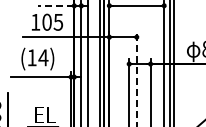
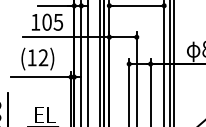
line at (55, 5): dashed -> solid
text at (43, 57): (14) -> (12)
line at (136, 78): dashed -> solid
